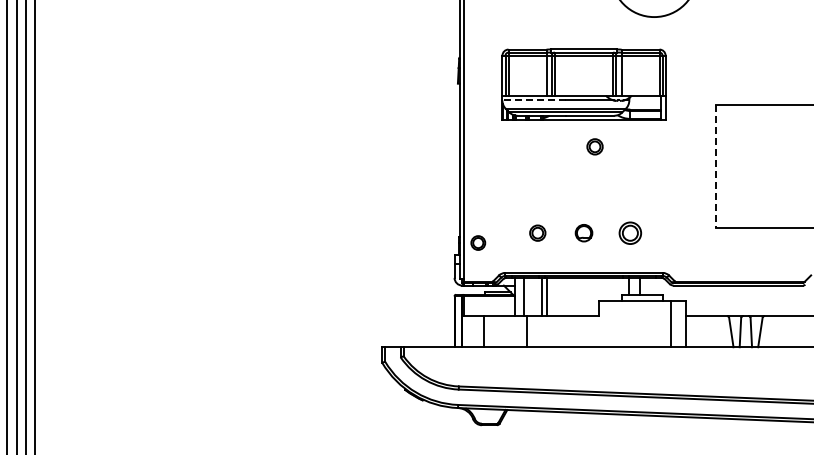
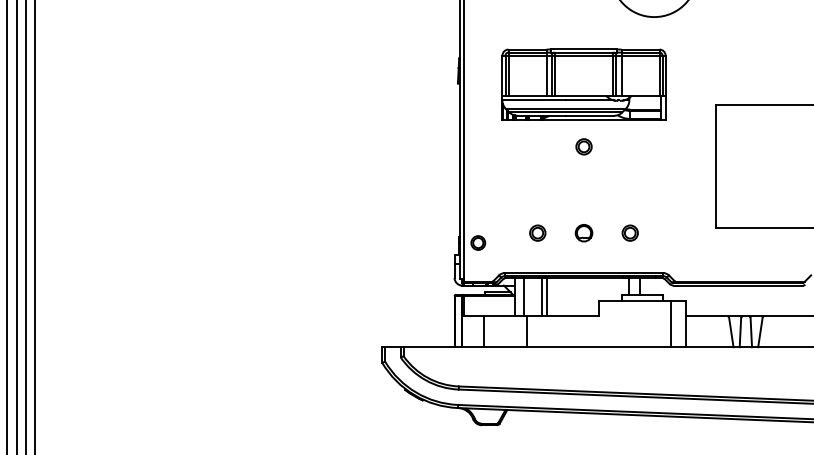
line at (534, 100): dashed -> solid
part at (594, 146) position: (594, 146) -> (583, 146)
line at (715, 166): dashed -> solid
part at (630, 232) size: 25x24 px -> 18x18 px
